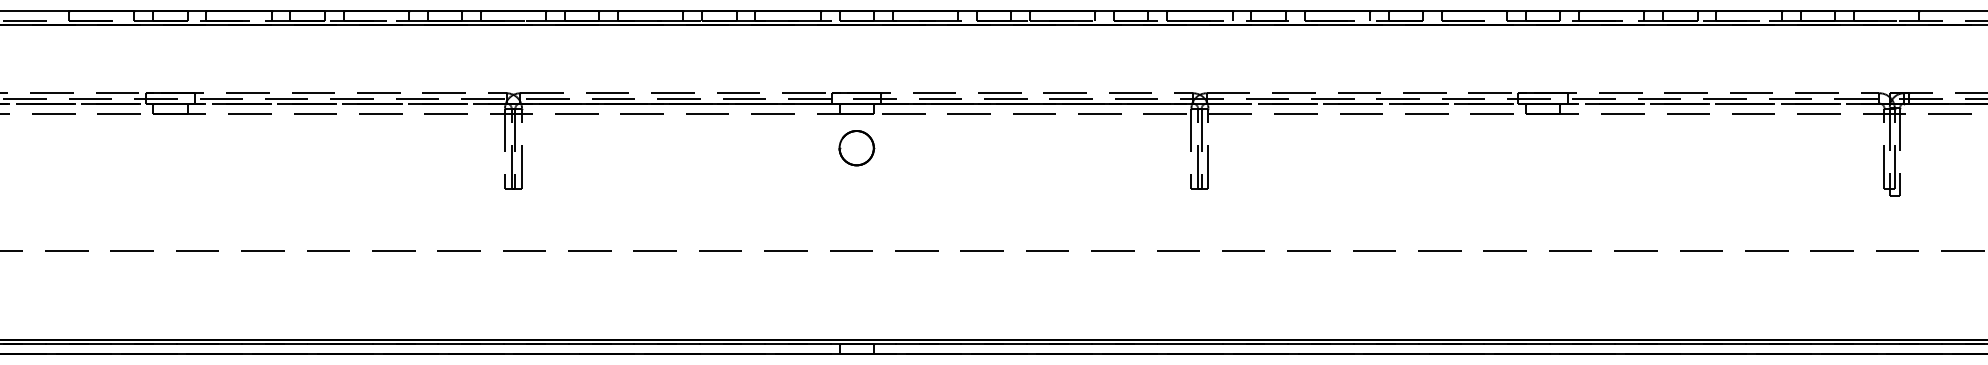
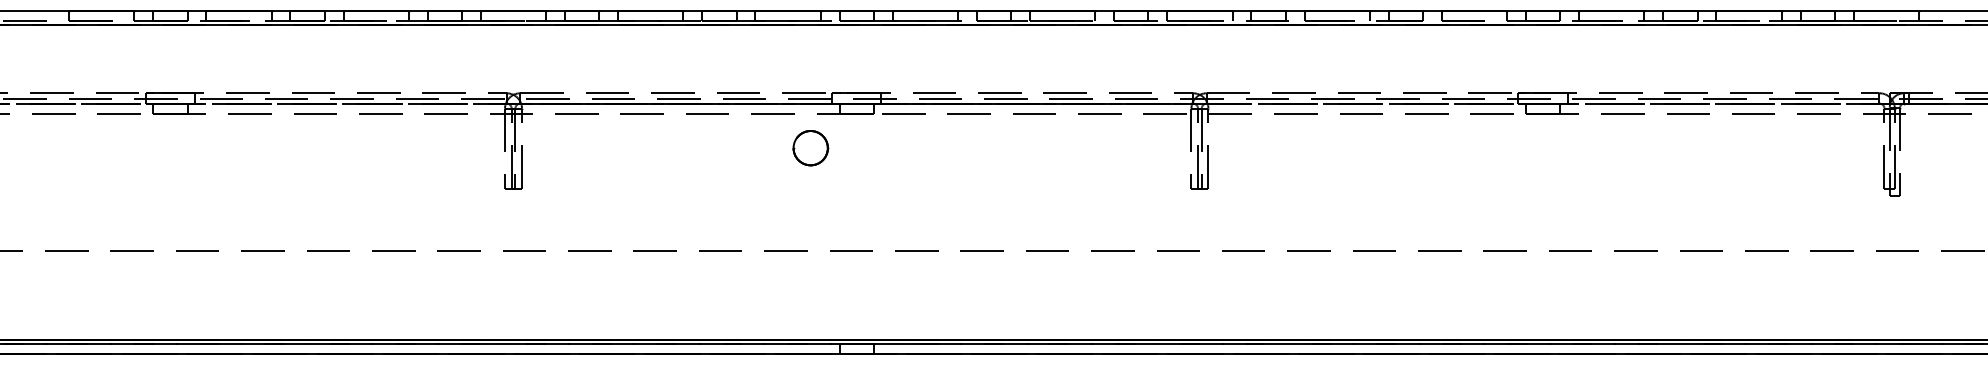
part at (856, 148) position: (856, 148) -> (810, 148)
